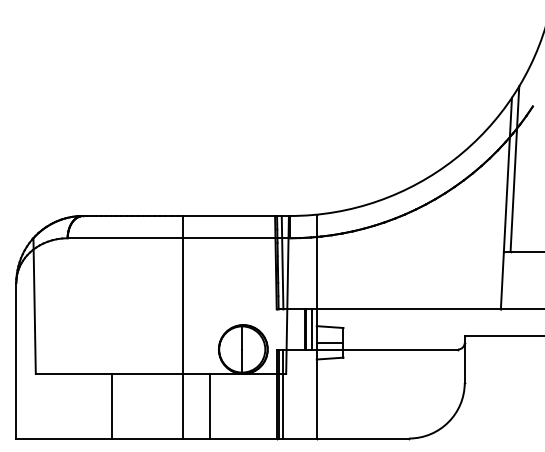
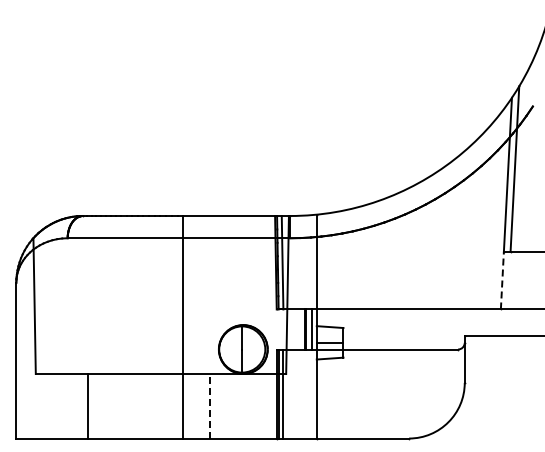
line at (502, 280): solid -> dashed
line at (210, 405): solid -> dashed
line at (111, 406) position: (111, 406) -> (87, 406)
